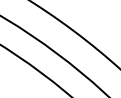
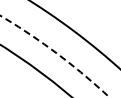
arc at (56, 53): solid -> dashed
